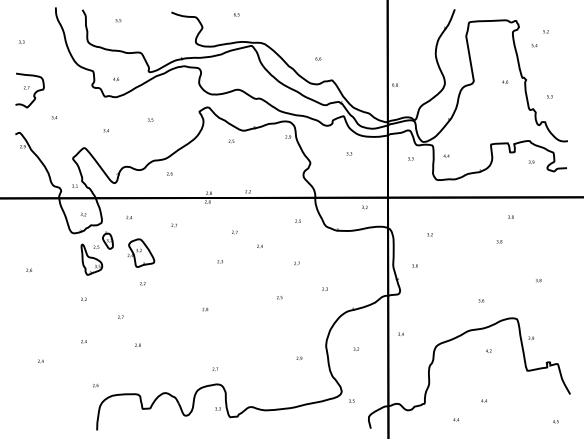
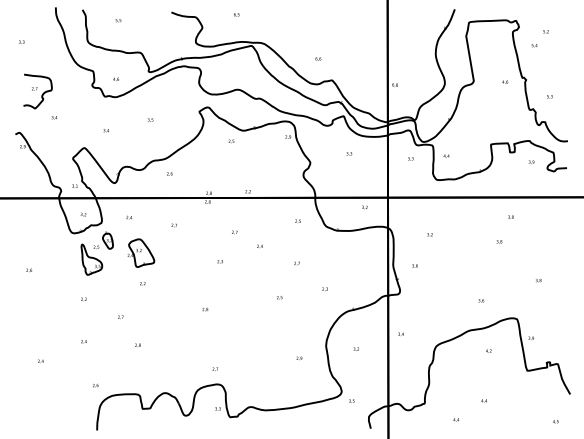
part at (29, 90) position: (29, 90) -> (37, 91)
